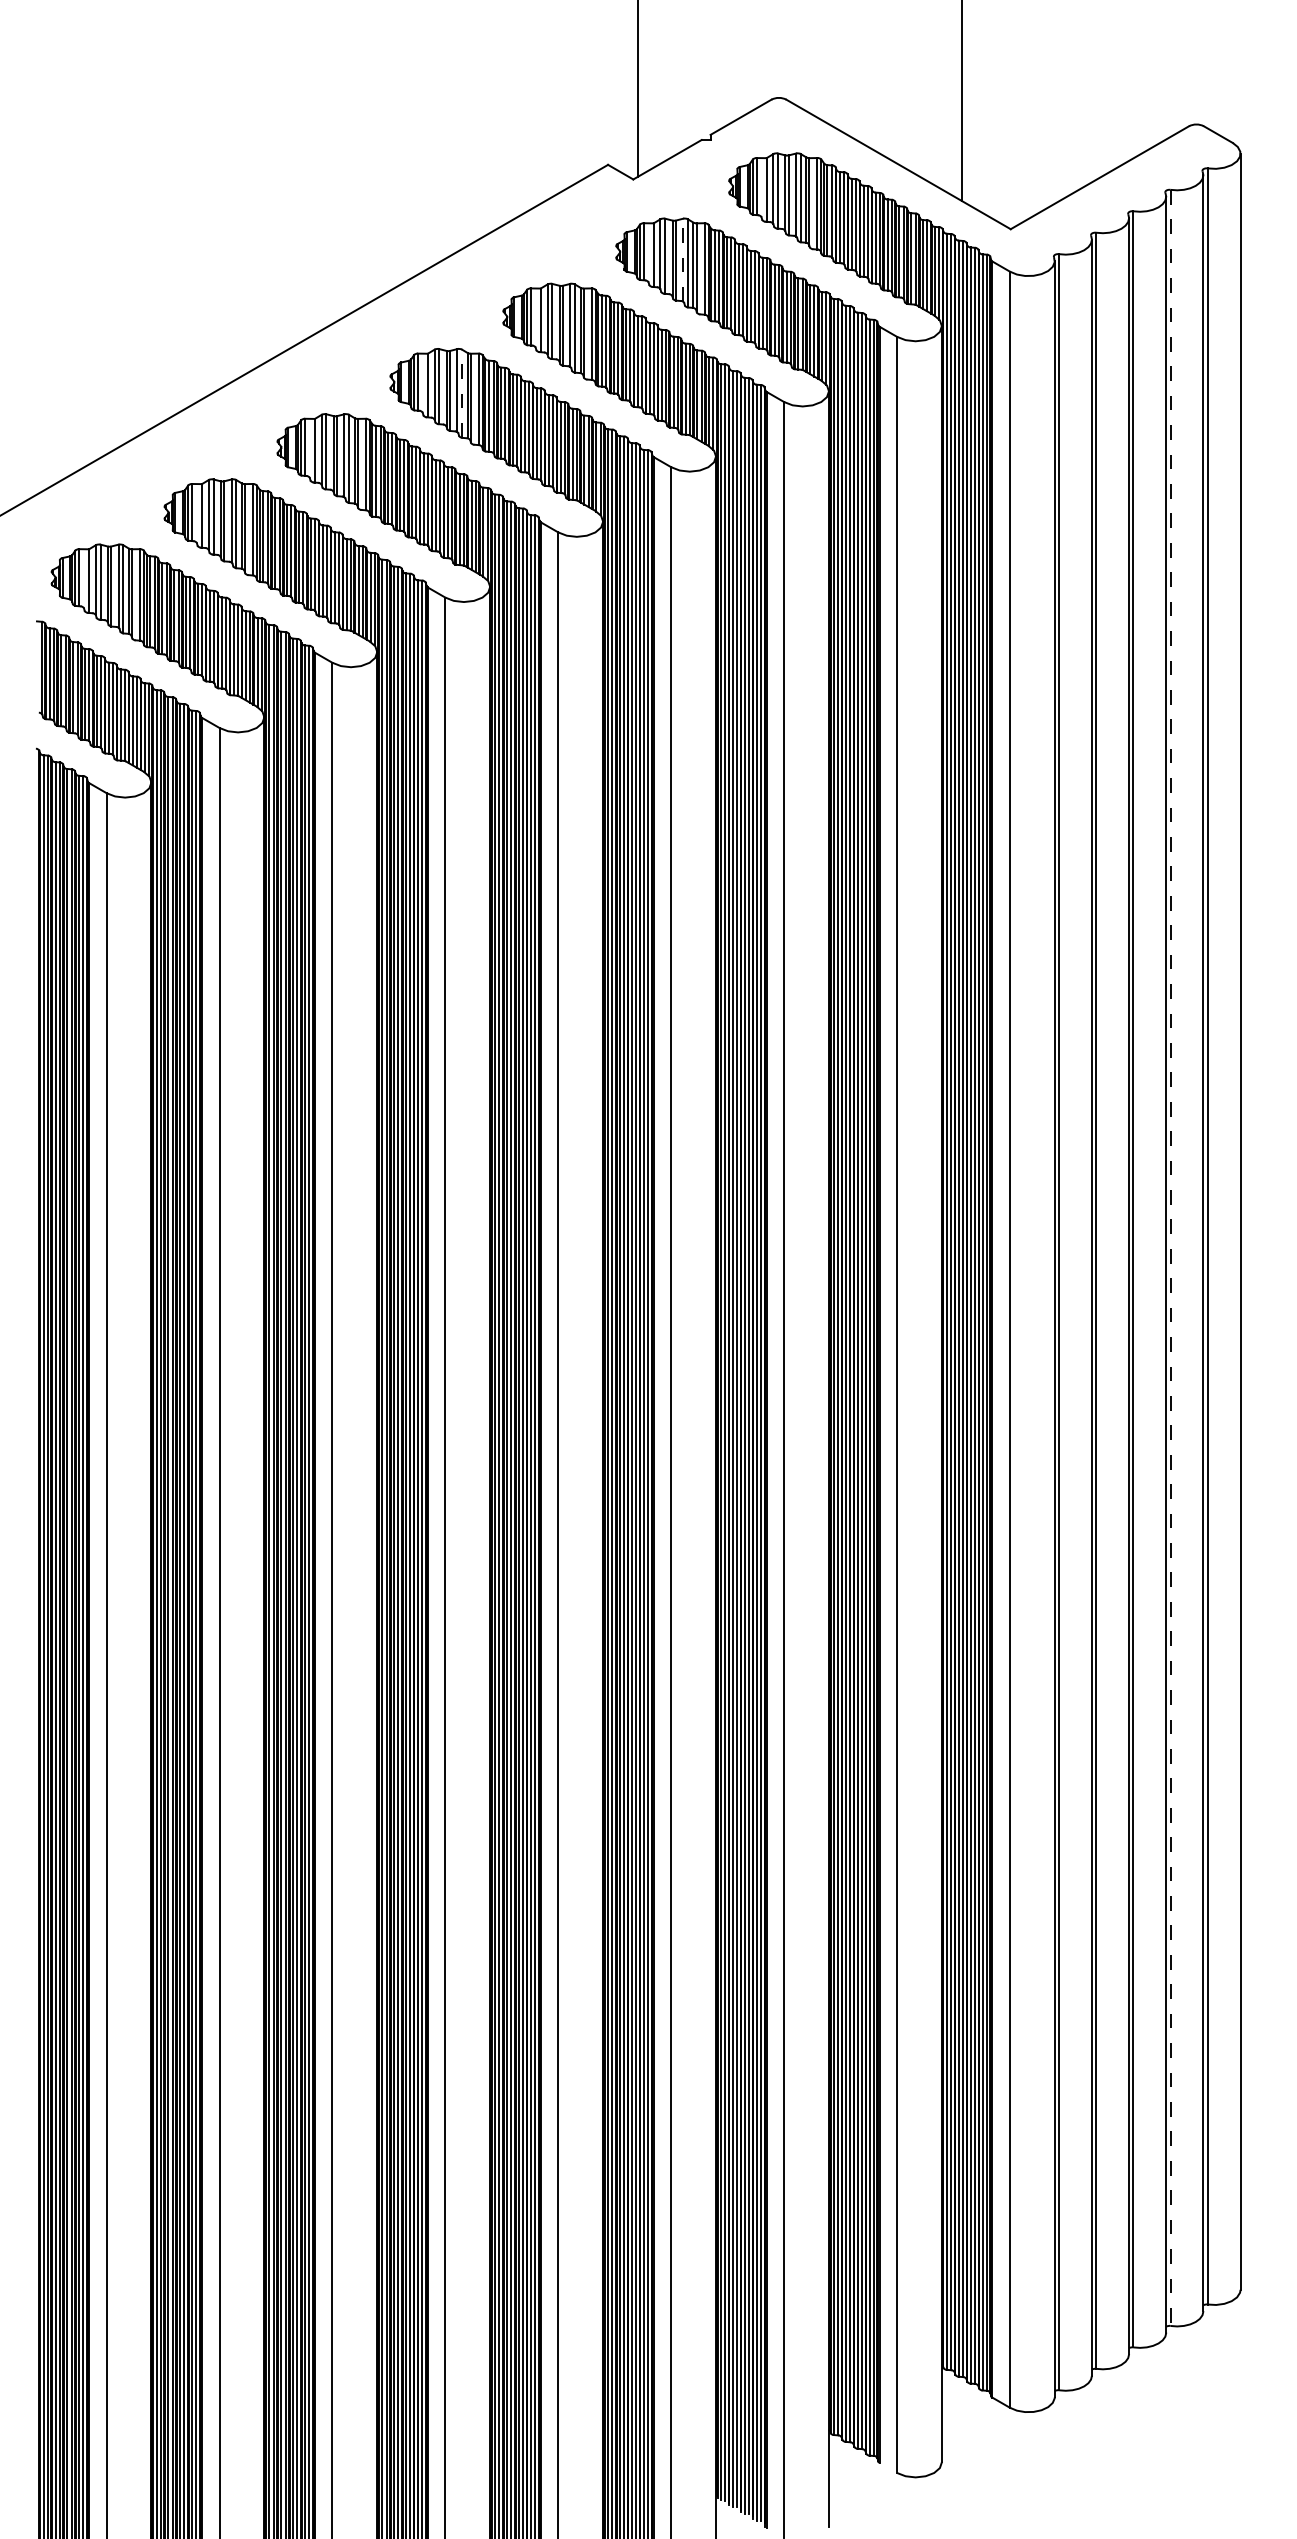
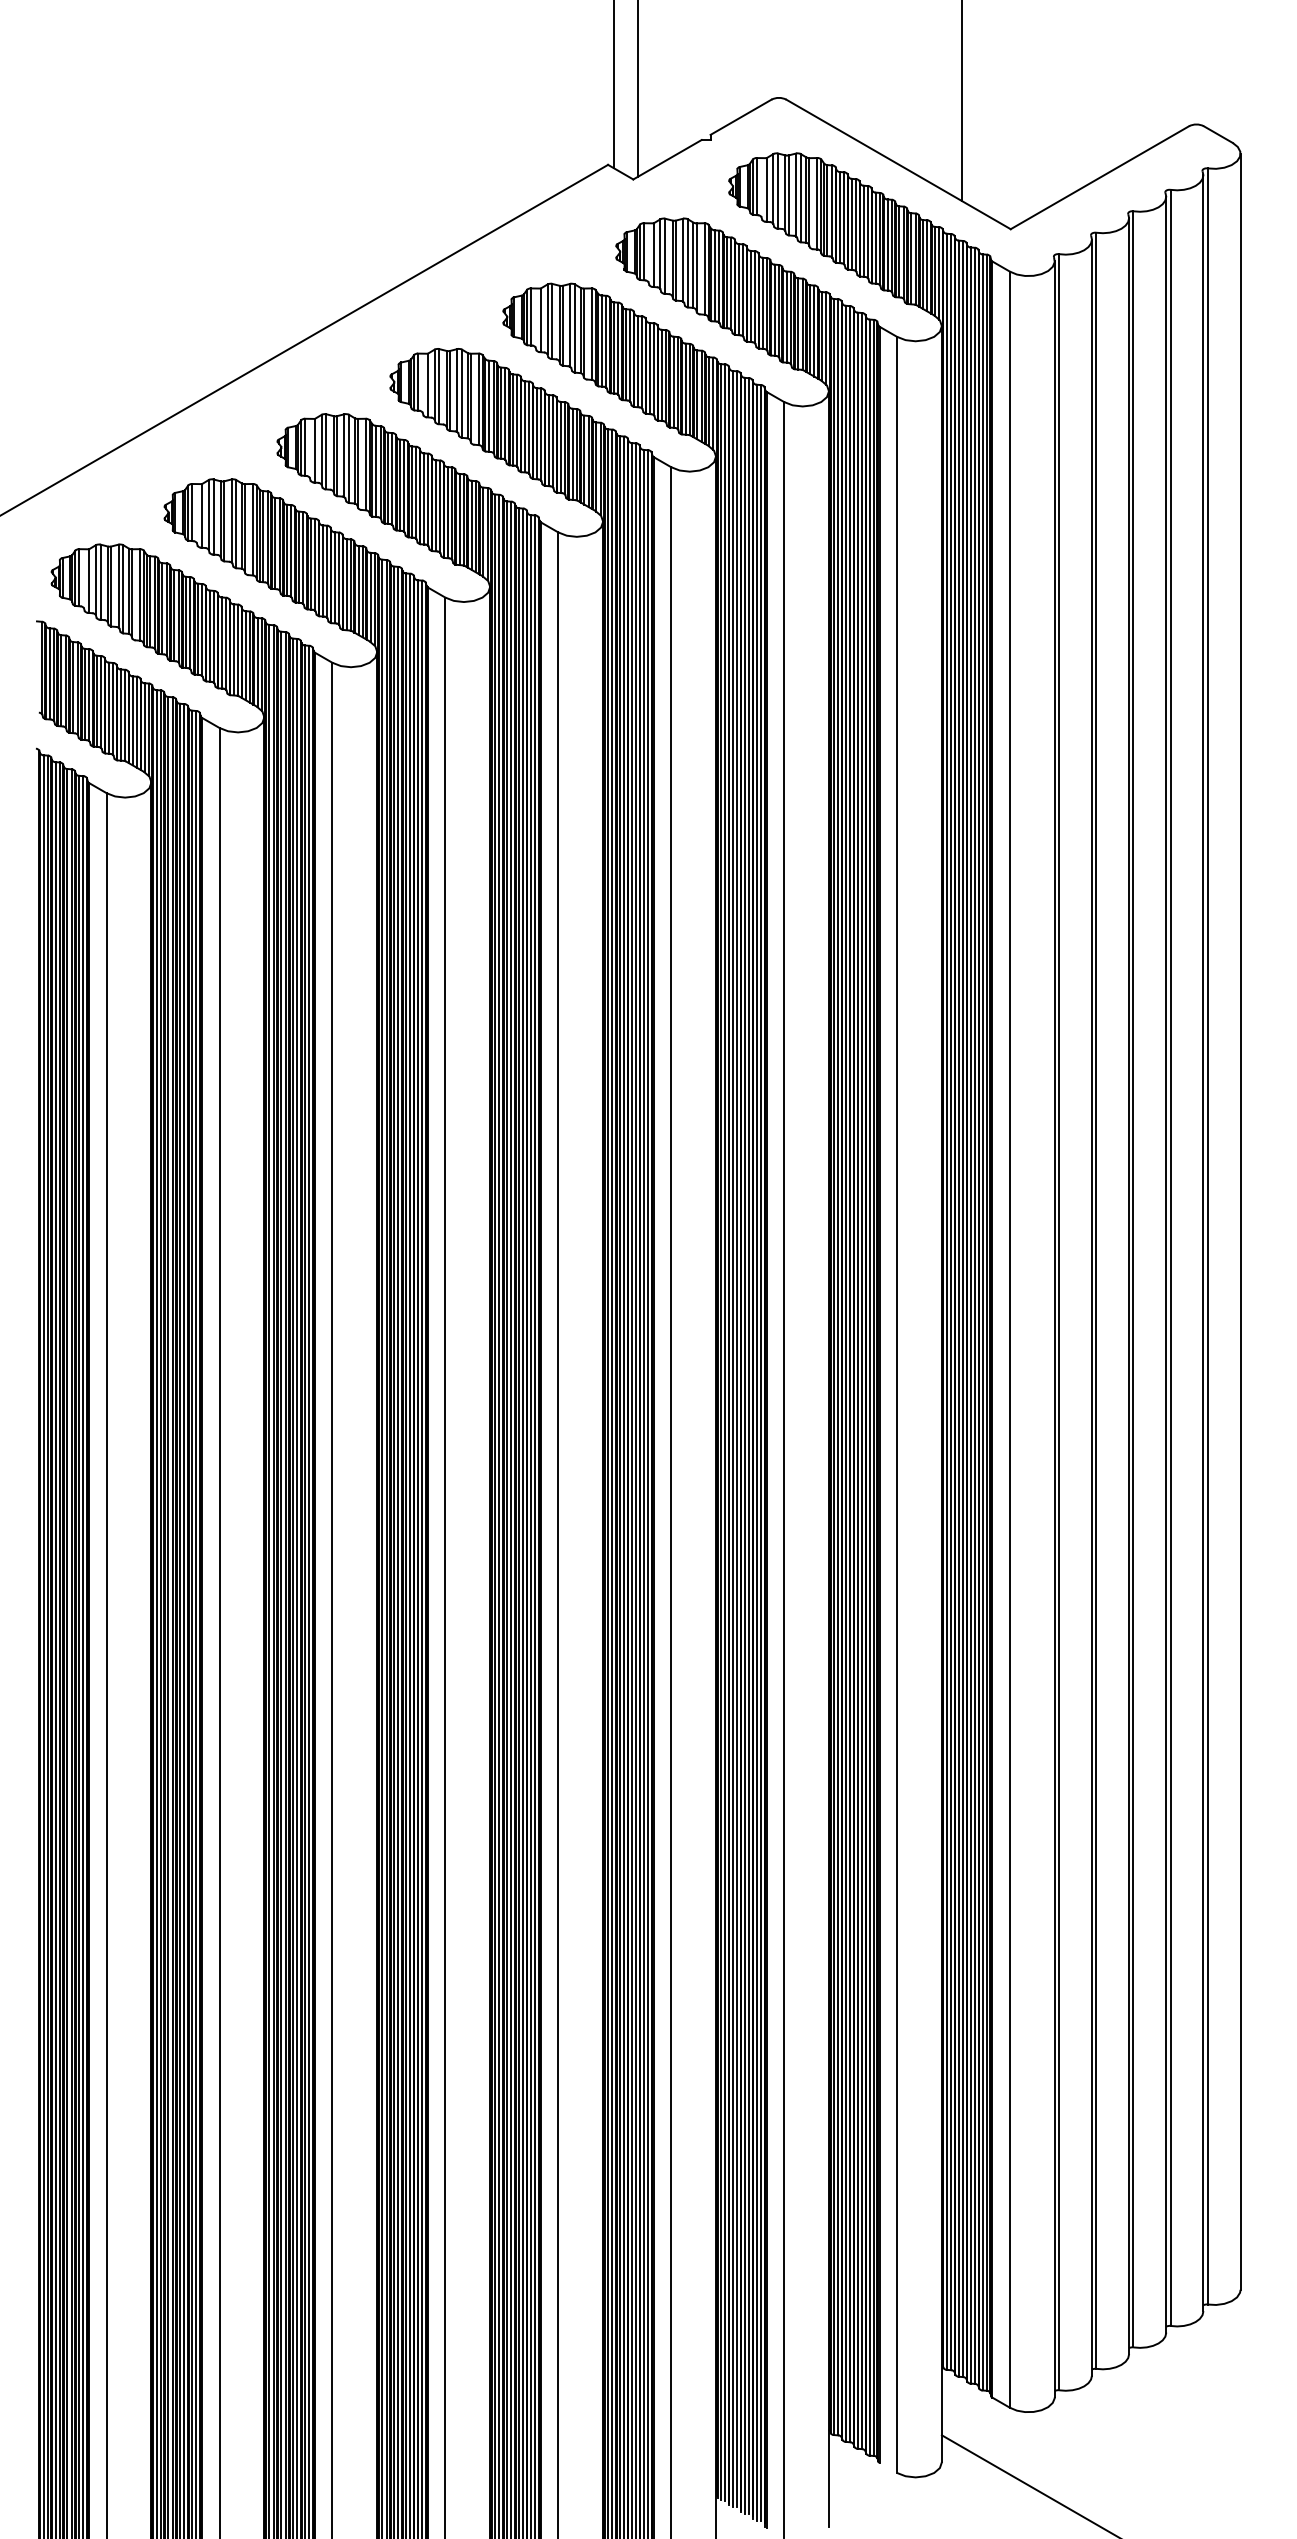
line at (614, 85): none -> present
line at (683, 260): dashed -> solid
line at (462, 393): dashed -> solid
line at (1170, 1258): dashed -> solid
line at (1028, 2485): none -> present
